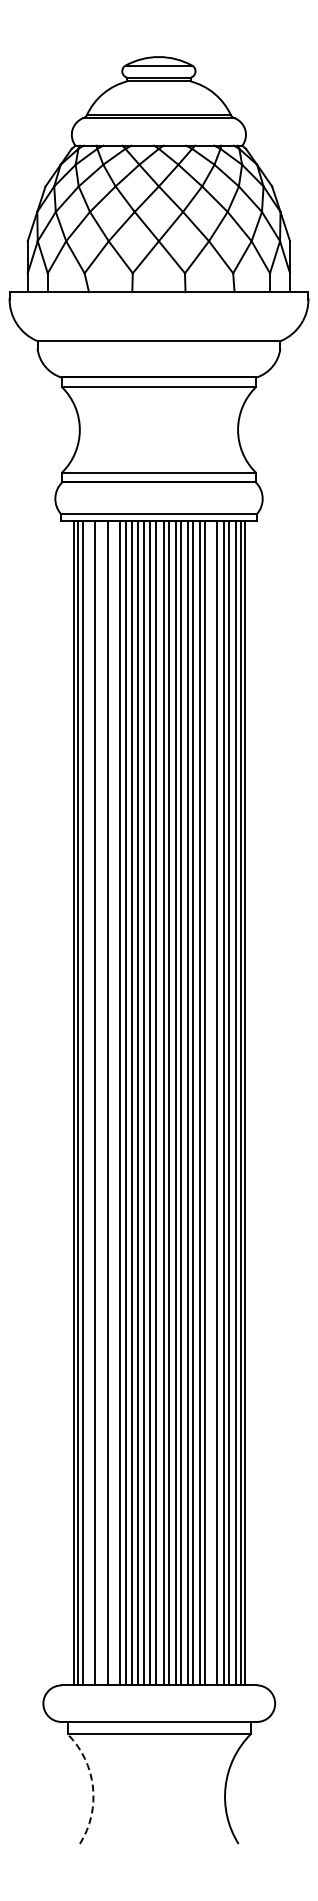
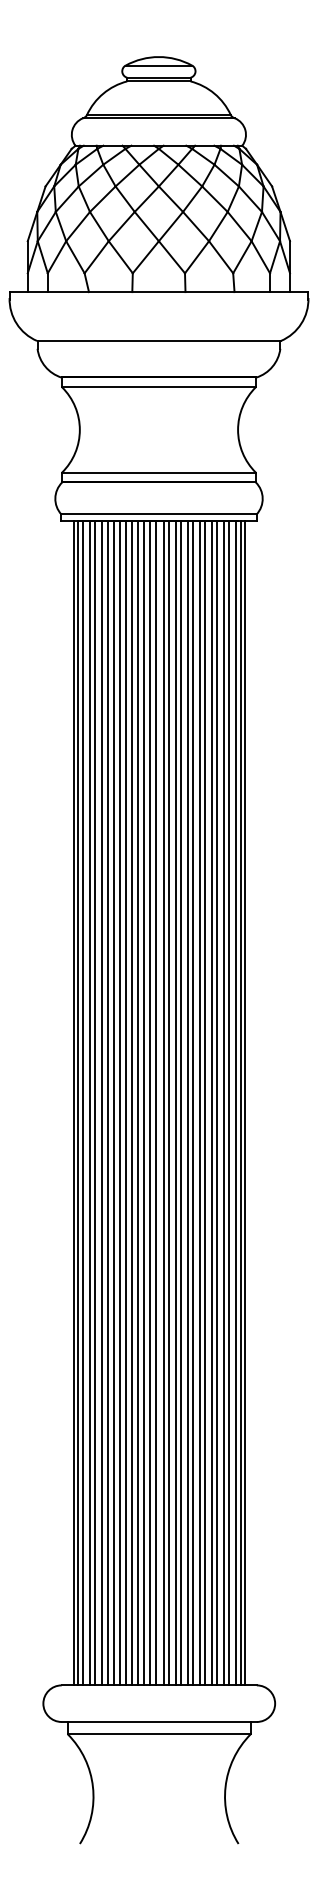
line at (90, 1102): none -> present
line at (102, 1102): none -> present
line at (114, 1102): none -> present
line at (211, 1102): none -> present
arc at (92, 1786): dashed -> solid
